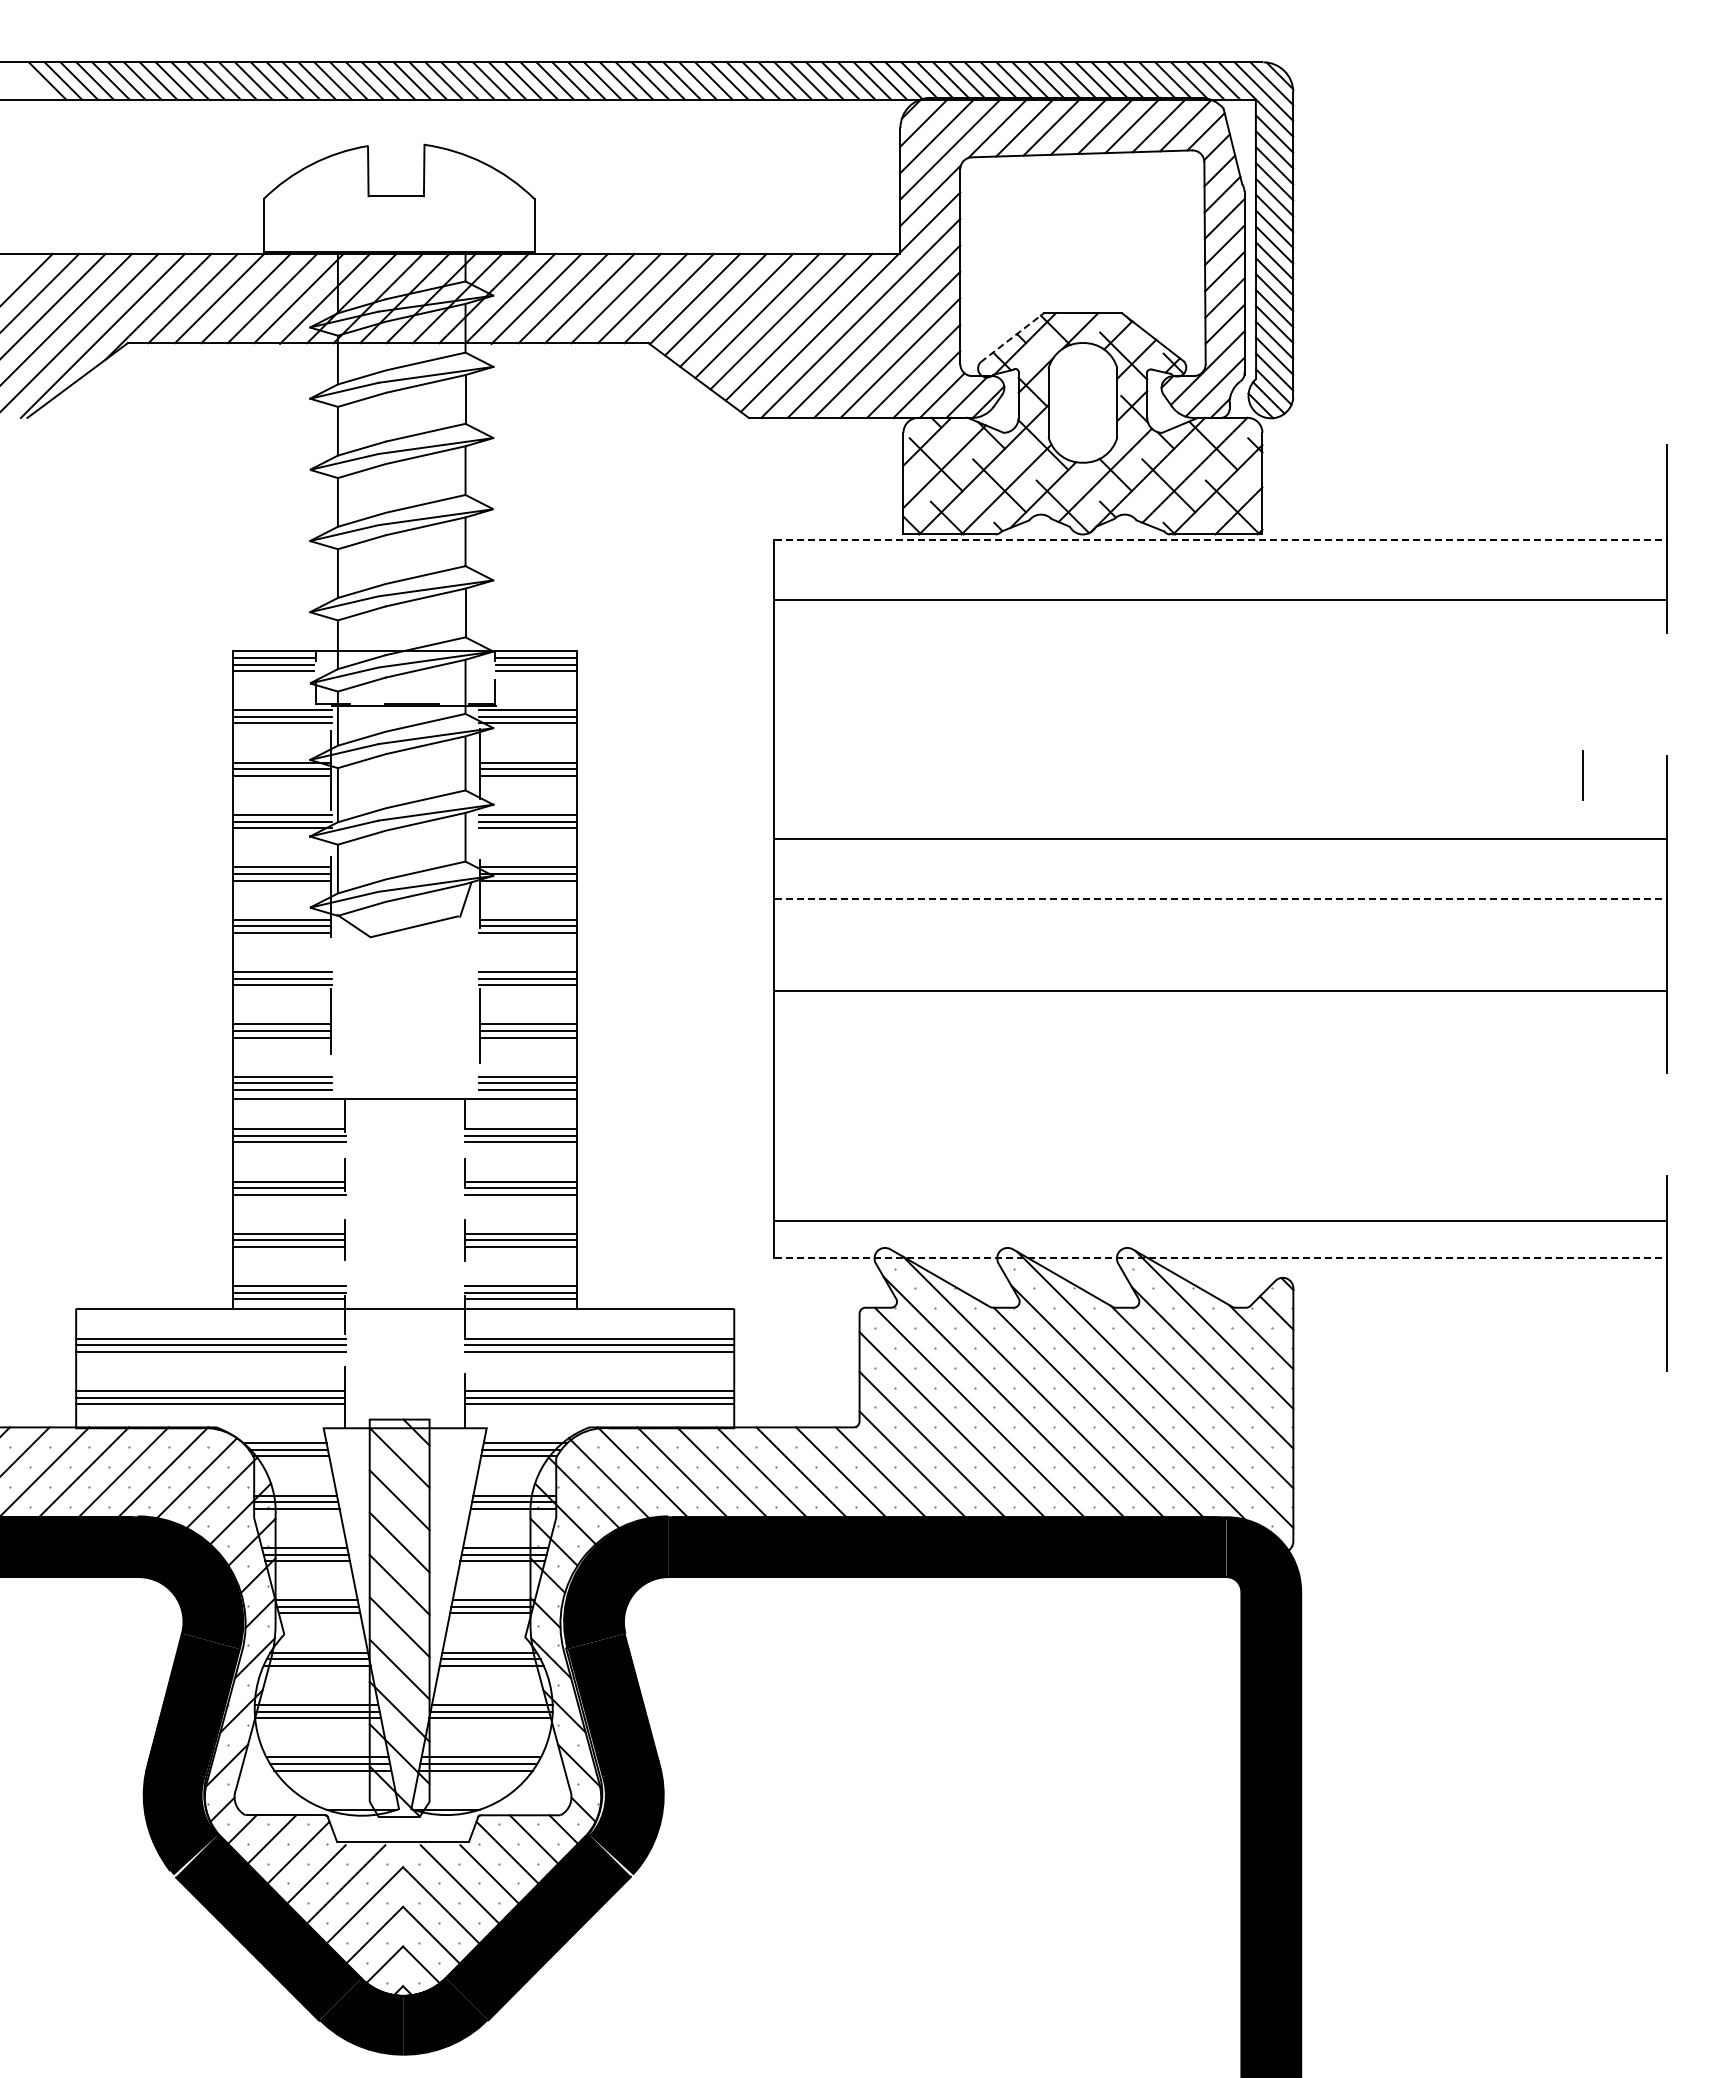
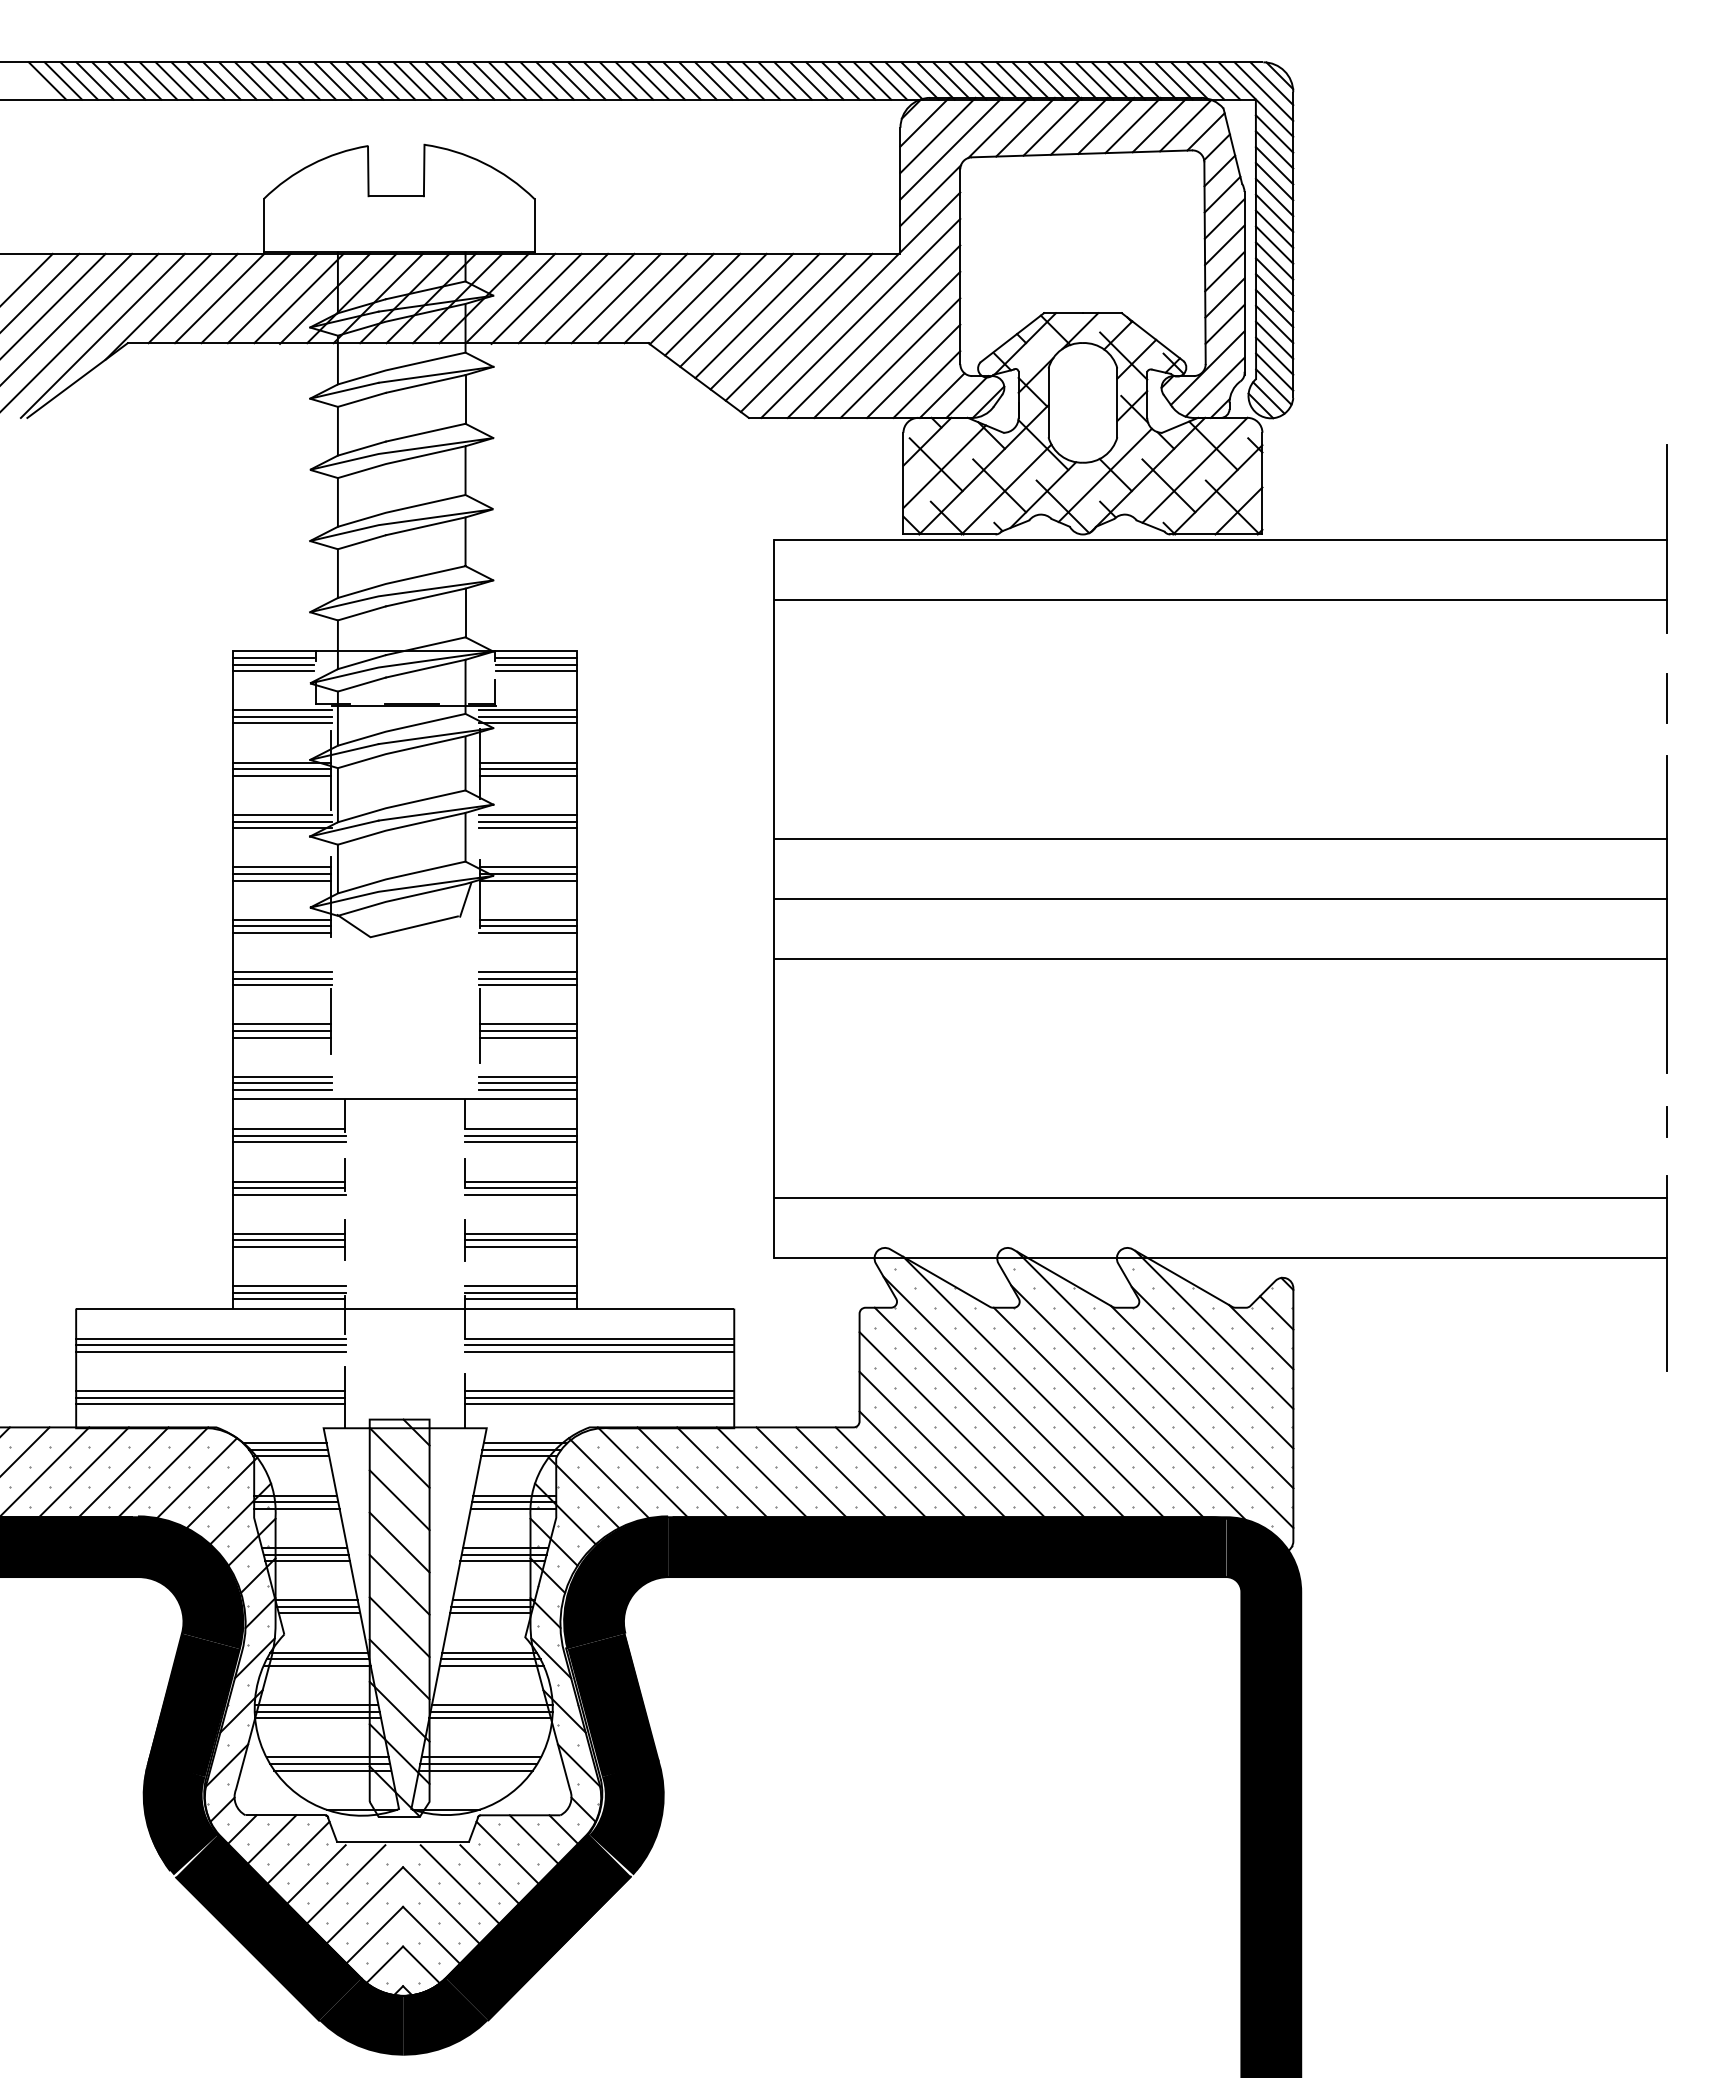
line at (1012, 337): dashed -> solid
line at (1221, 540): dashed -> solid
line at (1582, 775) position: (1582, 775) -> (1666, 698)
line at (1221, 899): dashed -> solid
line at (1221, 990) position: (1221, 990) -> (1221, 958)
line at (1667, 1121): none -> present
line at (1221, 1221) position: (1221, 1221) -> (1221, 1198)
line at (1221, 1258): dashed -> solid
